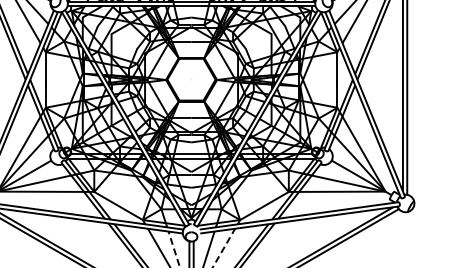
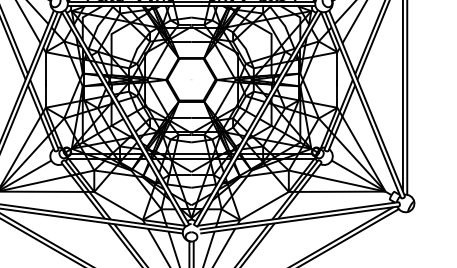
line at (224, 247): dashed -> solid
line at (174, 249): dashed -> solid
